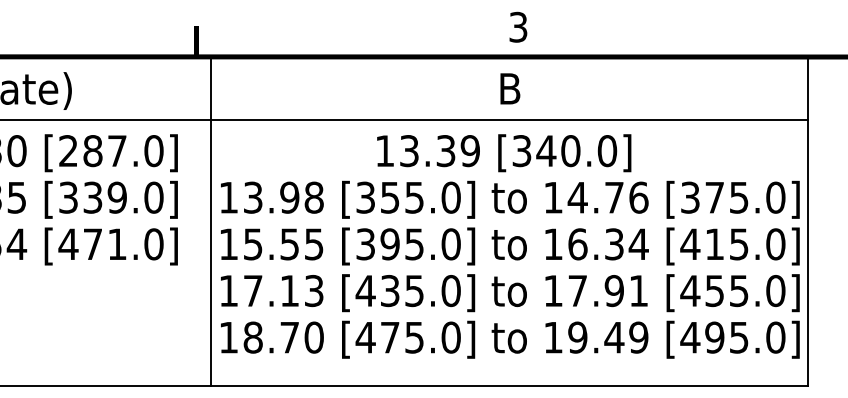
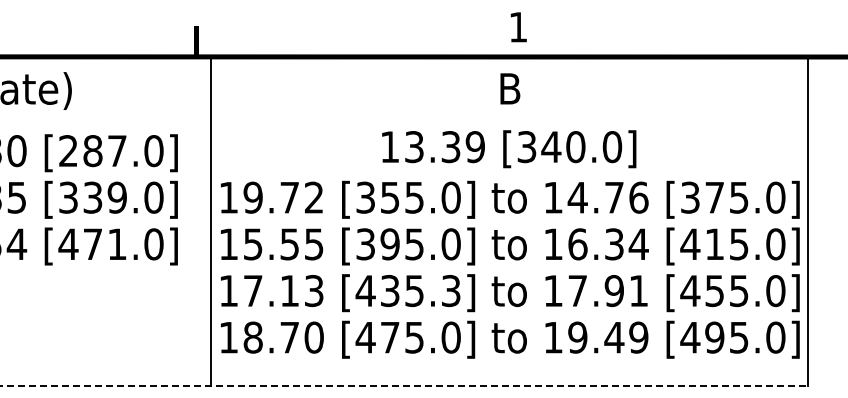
text at (518, 26): 3 -> 1
line at (405, 119): present -> none
text at (504, 153) position: (504, 153) -> (509, 149)
text at (283, 197): 13.98 -> 19.72
text at (450, 291): [435.0] -> [435.3]
line at (404, 386): solid -> dashed
